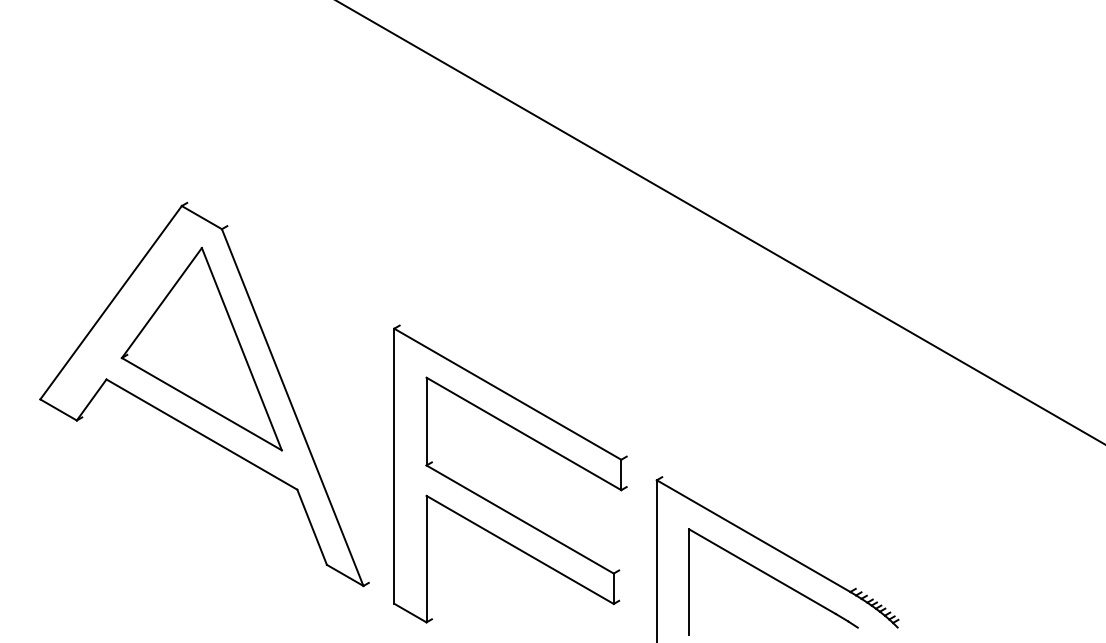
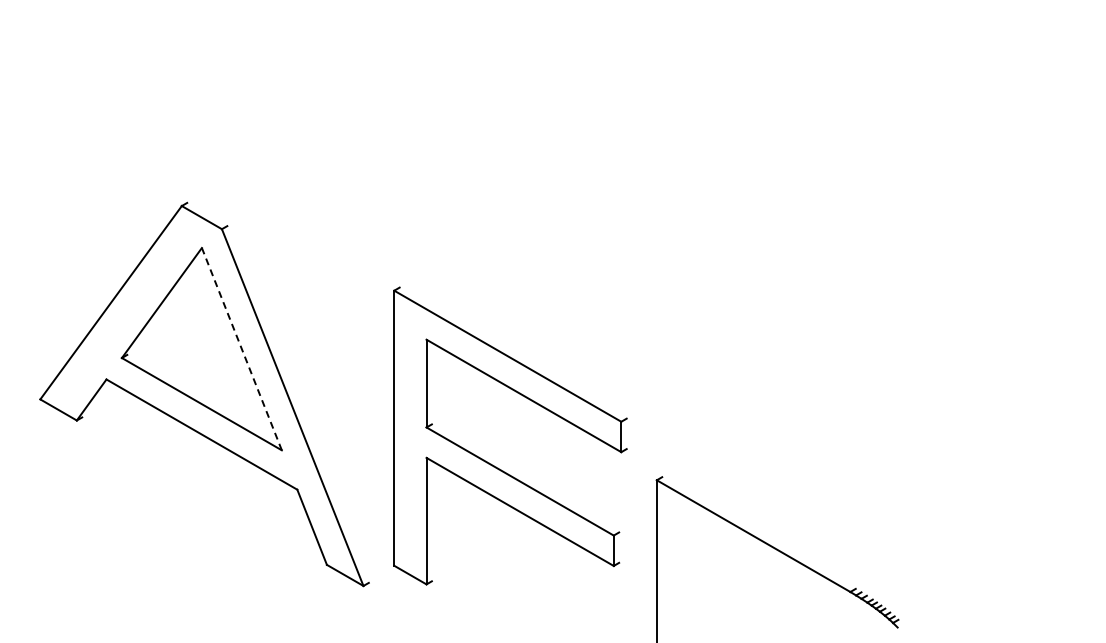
line at (720, 222): present -> none
line at (241, 349): solid -> dashed
part at (491, 501) position: (491, 501) -> (491, 463)
part at (773, 581): present -> none
